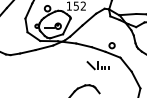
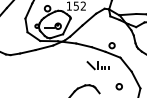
circle at (118, 86): none -> present
